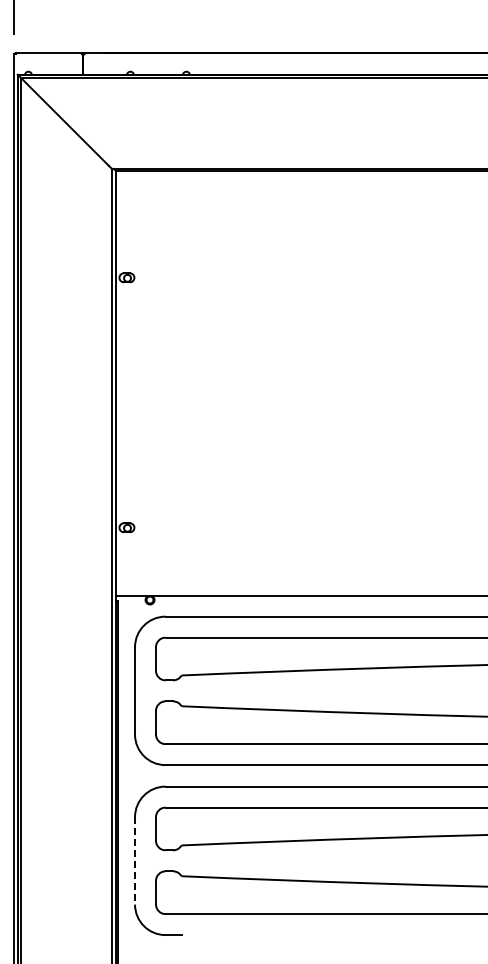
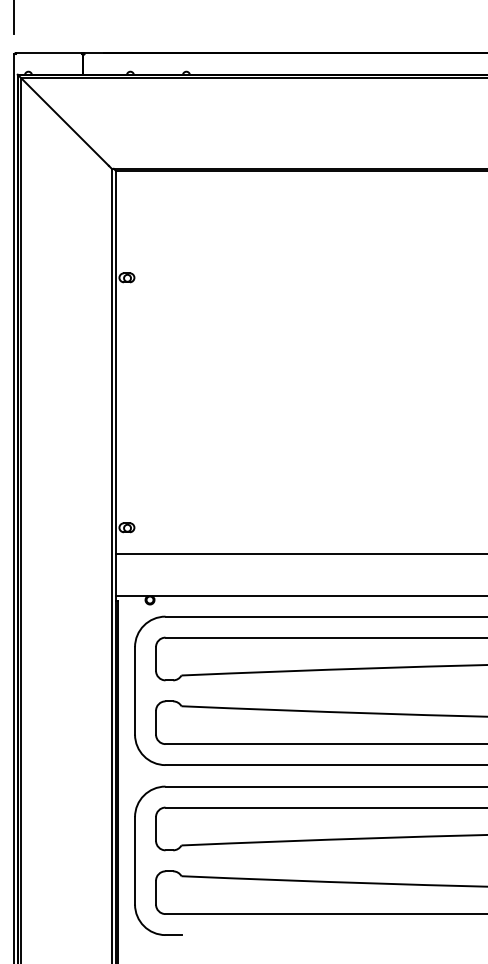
line at (300, 554): none -> present
line at (135, 860): dashed -> solid
